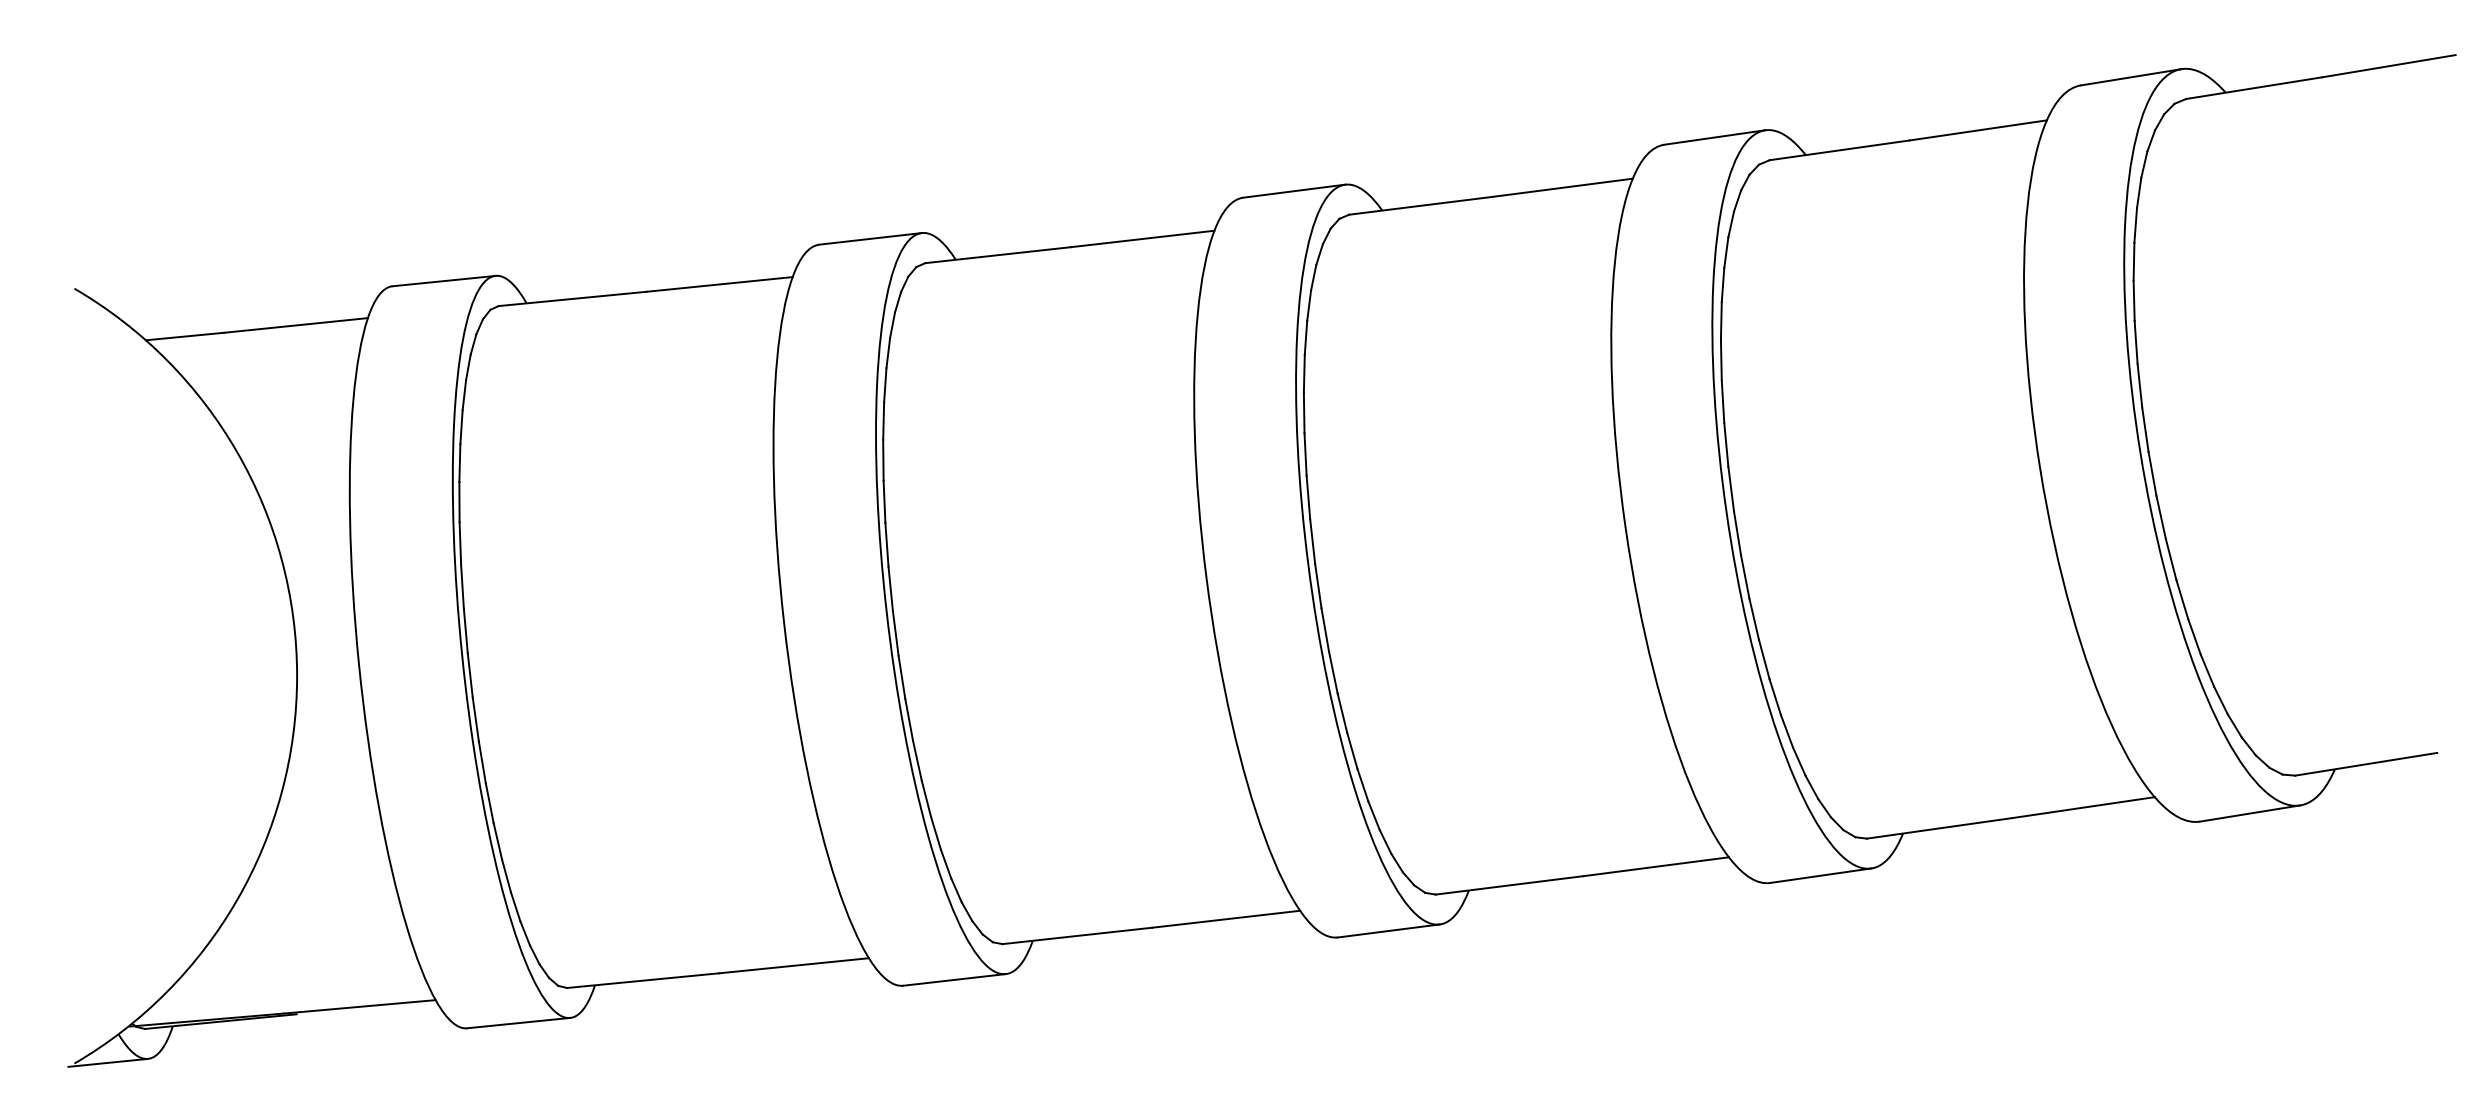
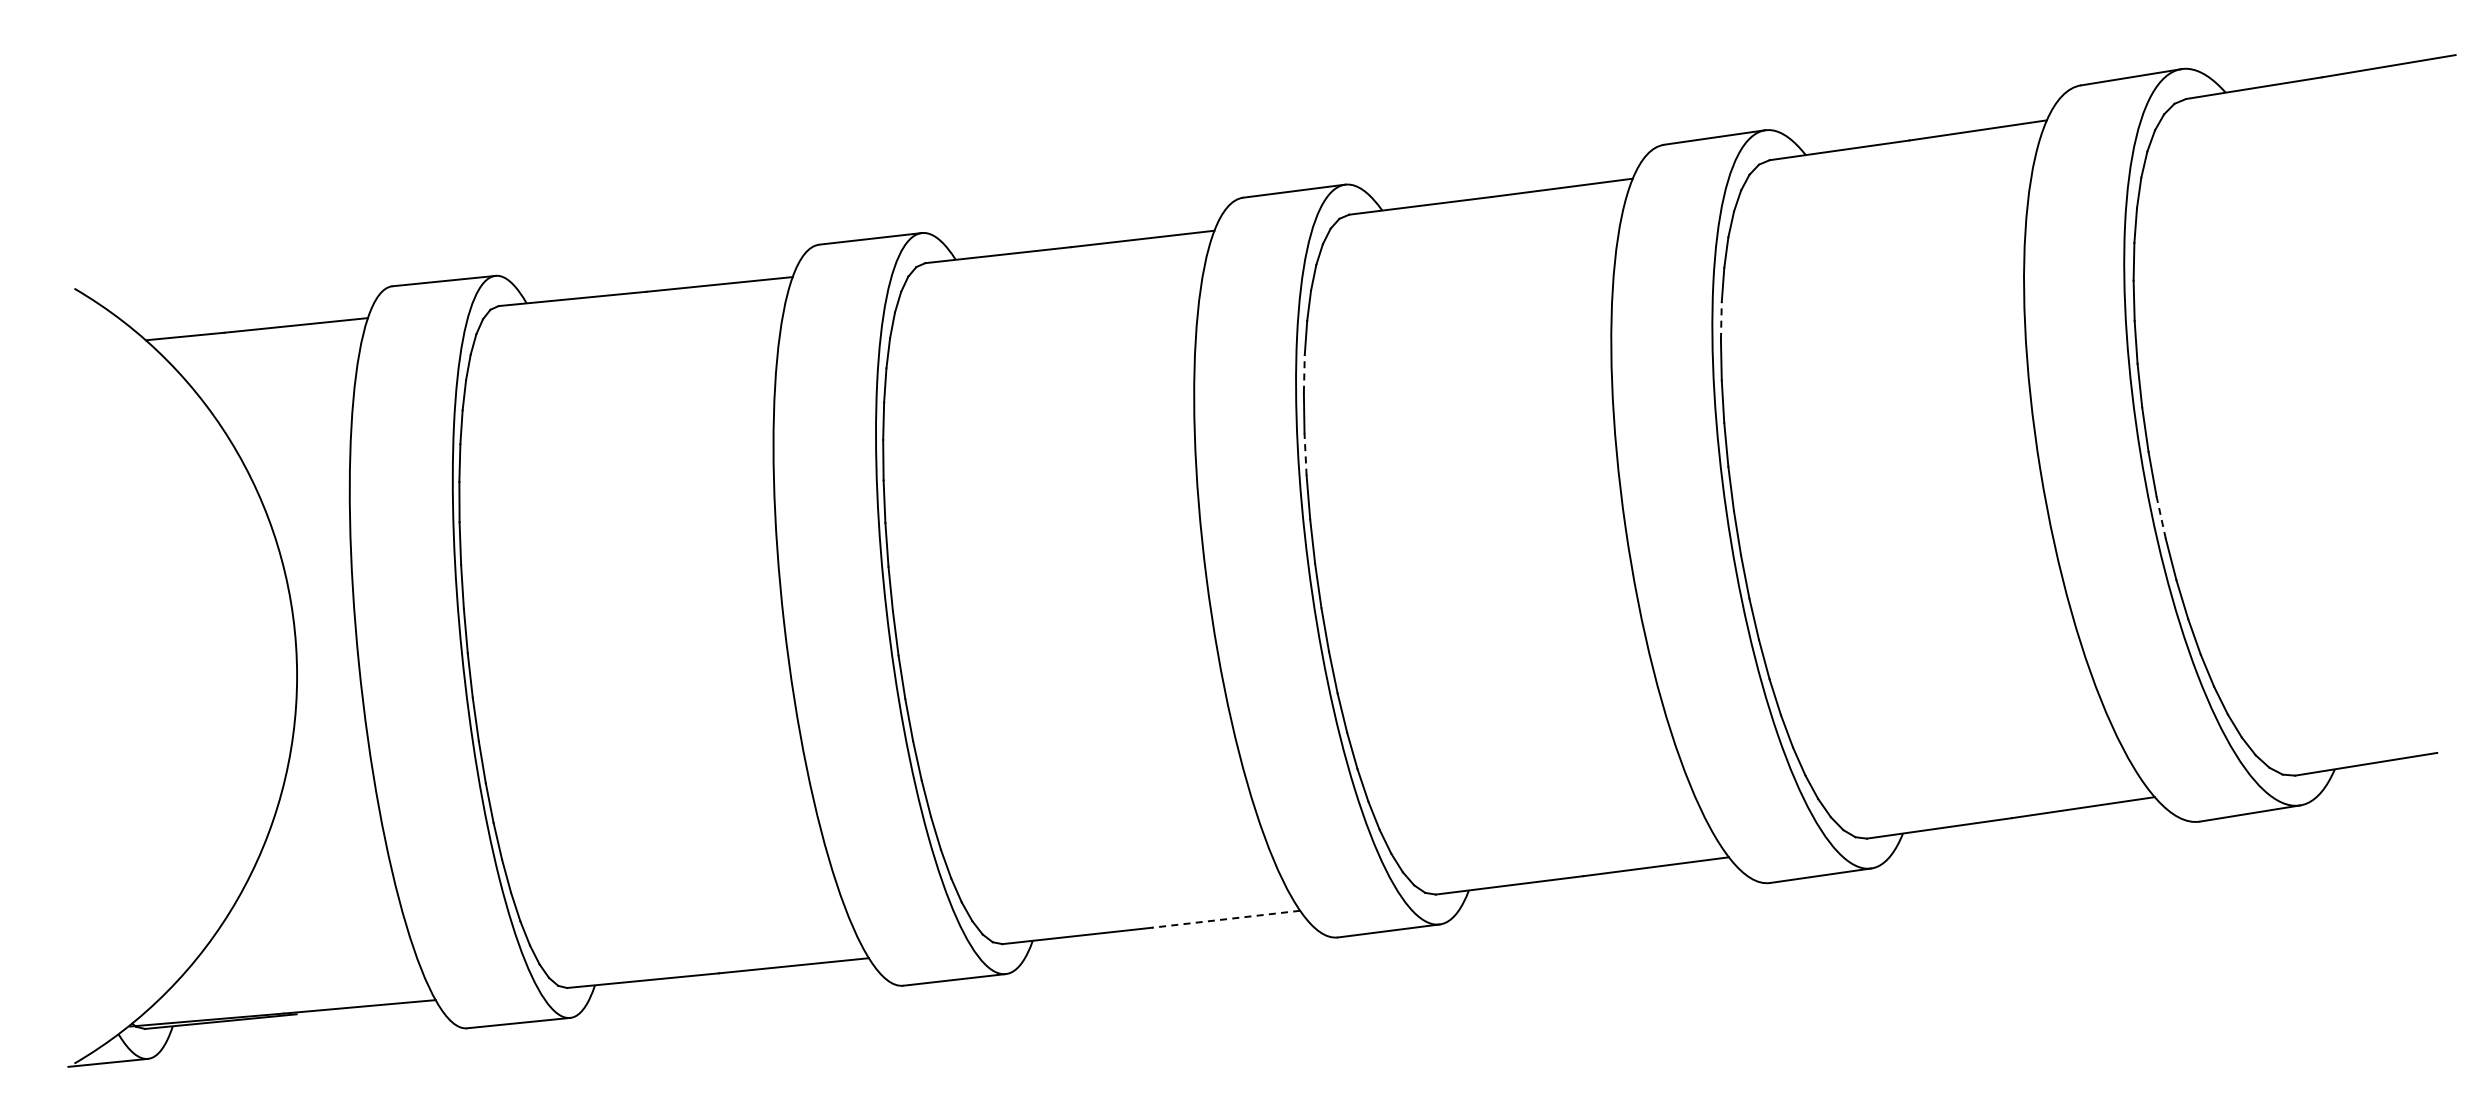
line at (1721, 321): solid -> dashed
line at (1304, 373): solid -> dashed
line at (1305, 453): solid -> dashed
line at (2161, 517): solid -> dashed
line at (1225, 919): solid -> dashed
